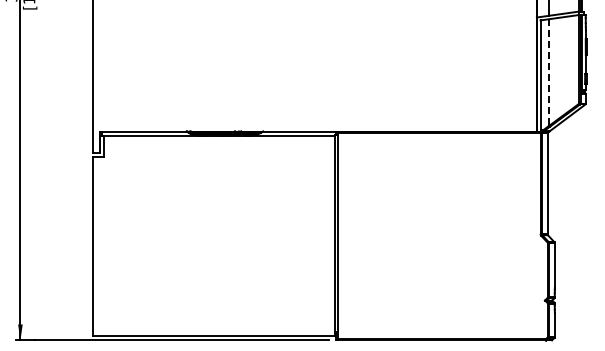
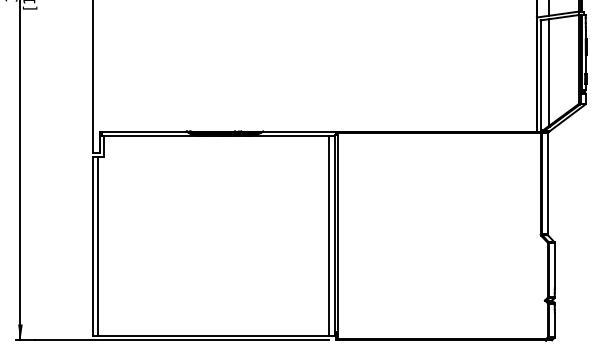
line at (549, 72): dashed -> solid
line at (329, 235): none -> present
line at (98, 246): none -> present
